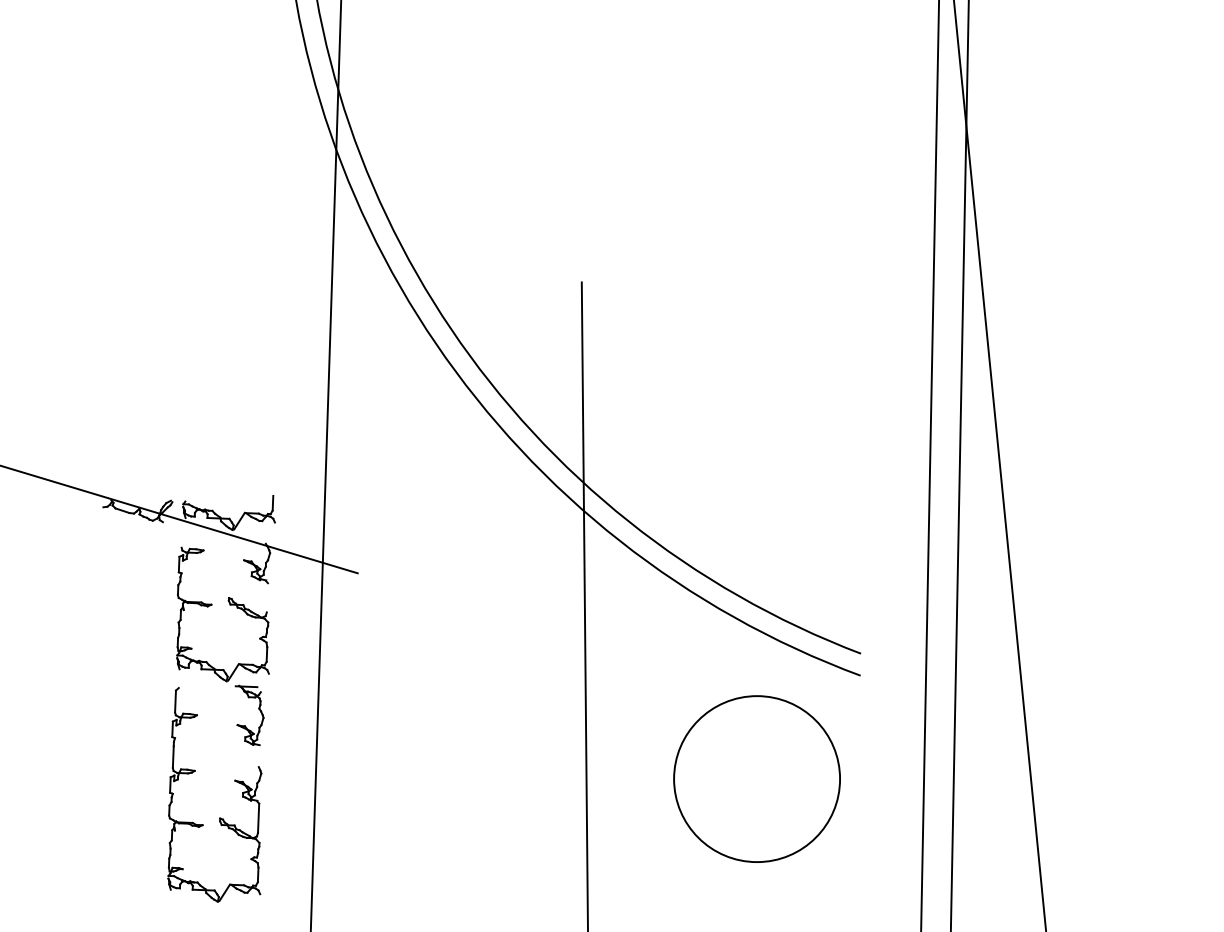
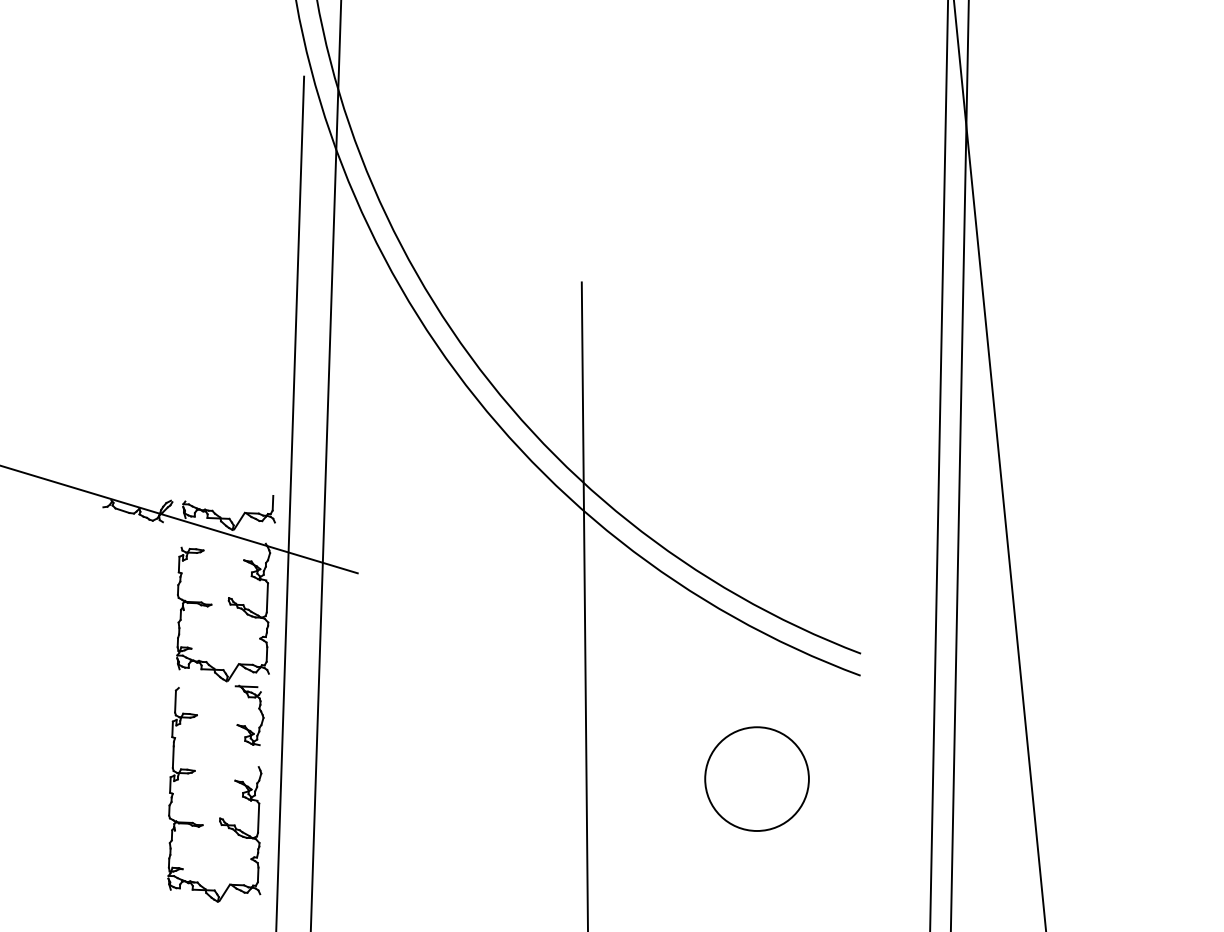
line at (930, 465) position: (930, 465) -> (939, 465)
line at (290, 502): none -> present
line at (266, 597): none -> present
circle at (757, 779) diameter: 166 px -> 104 px
